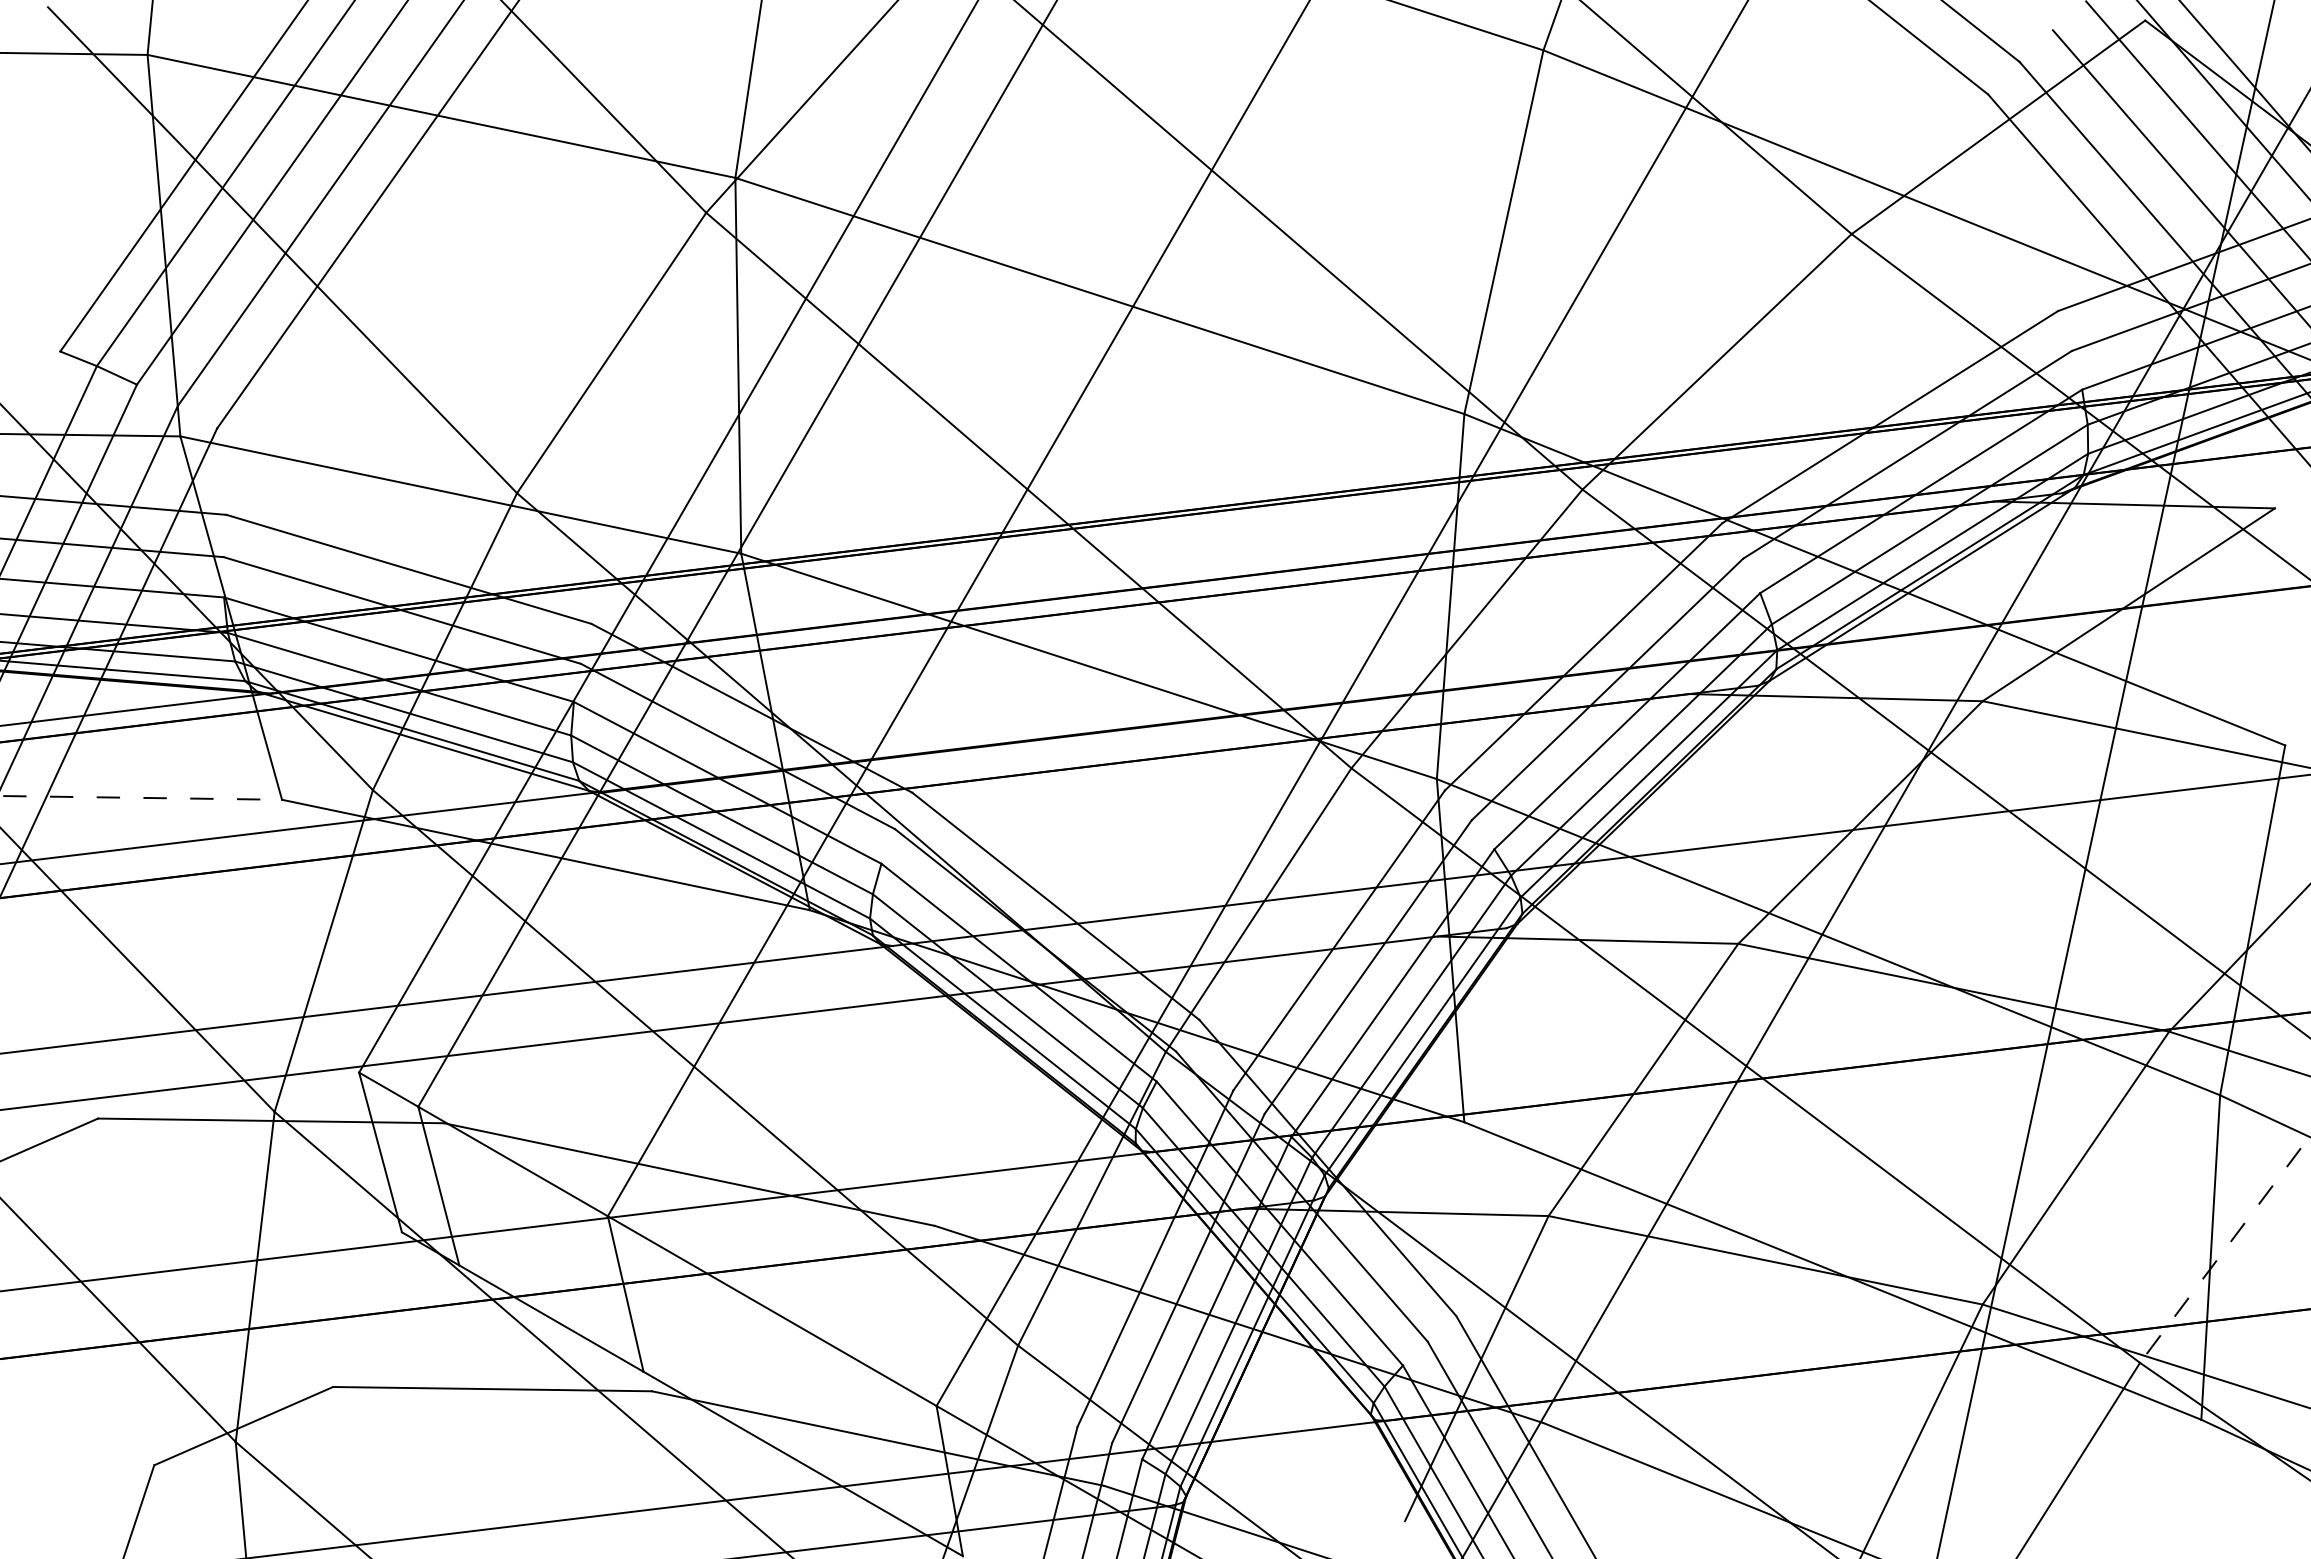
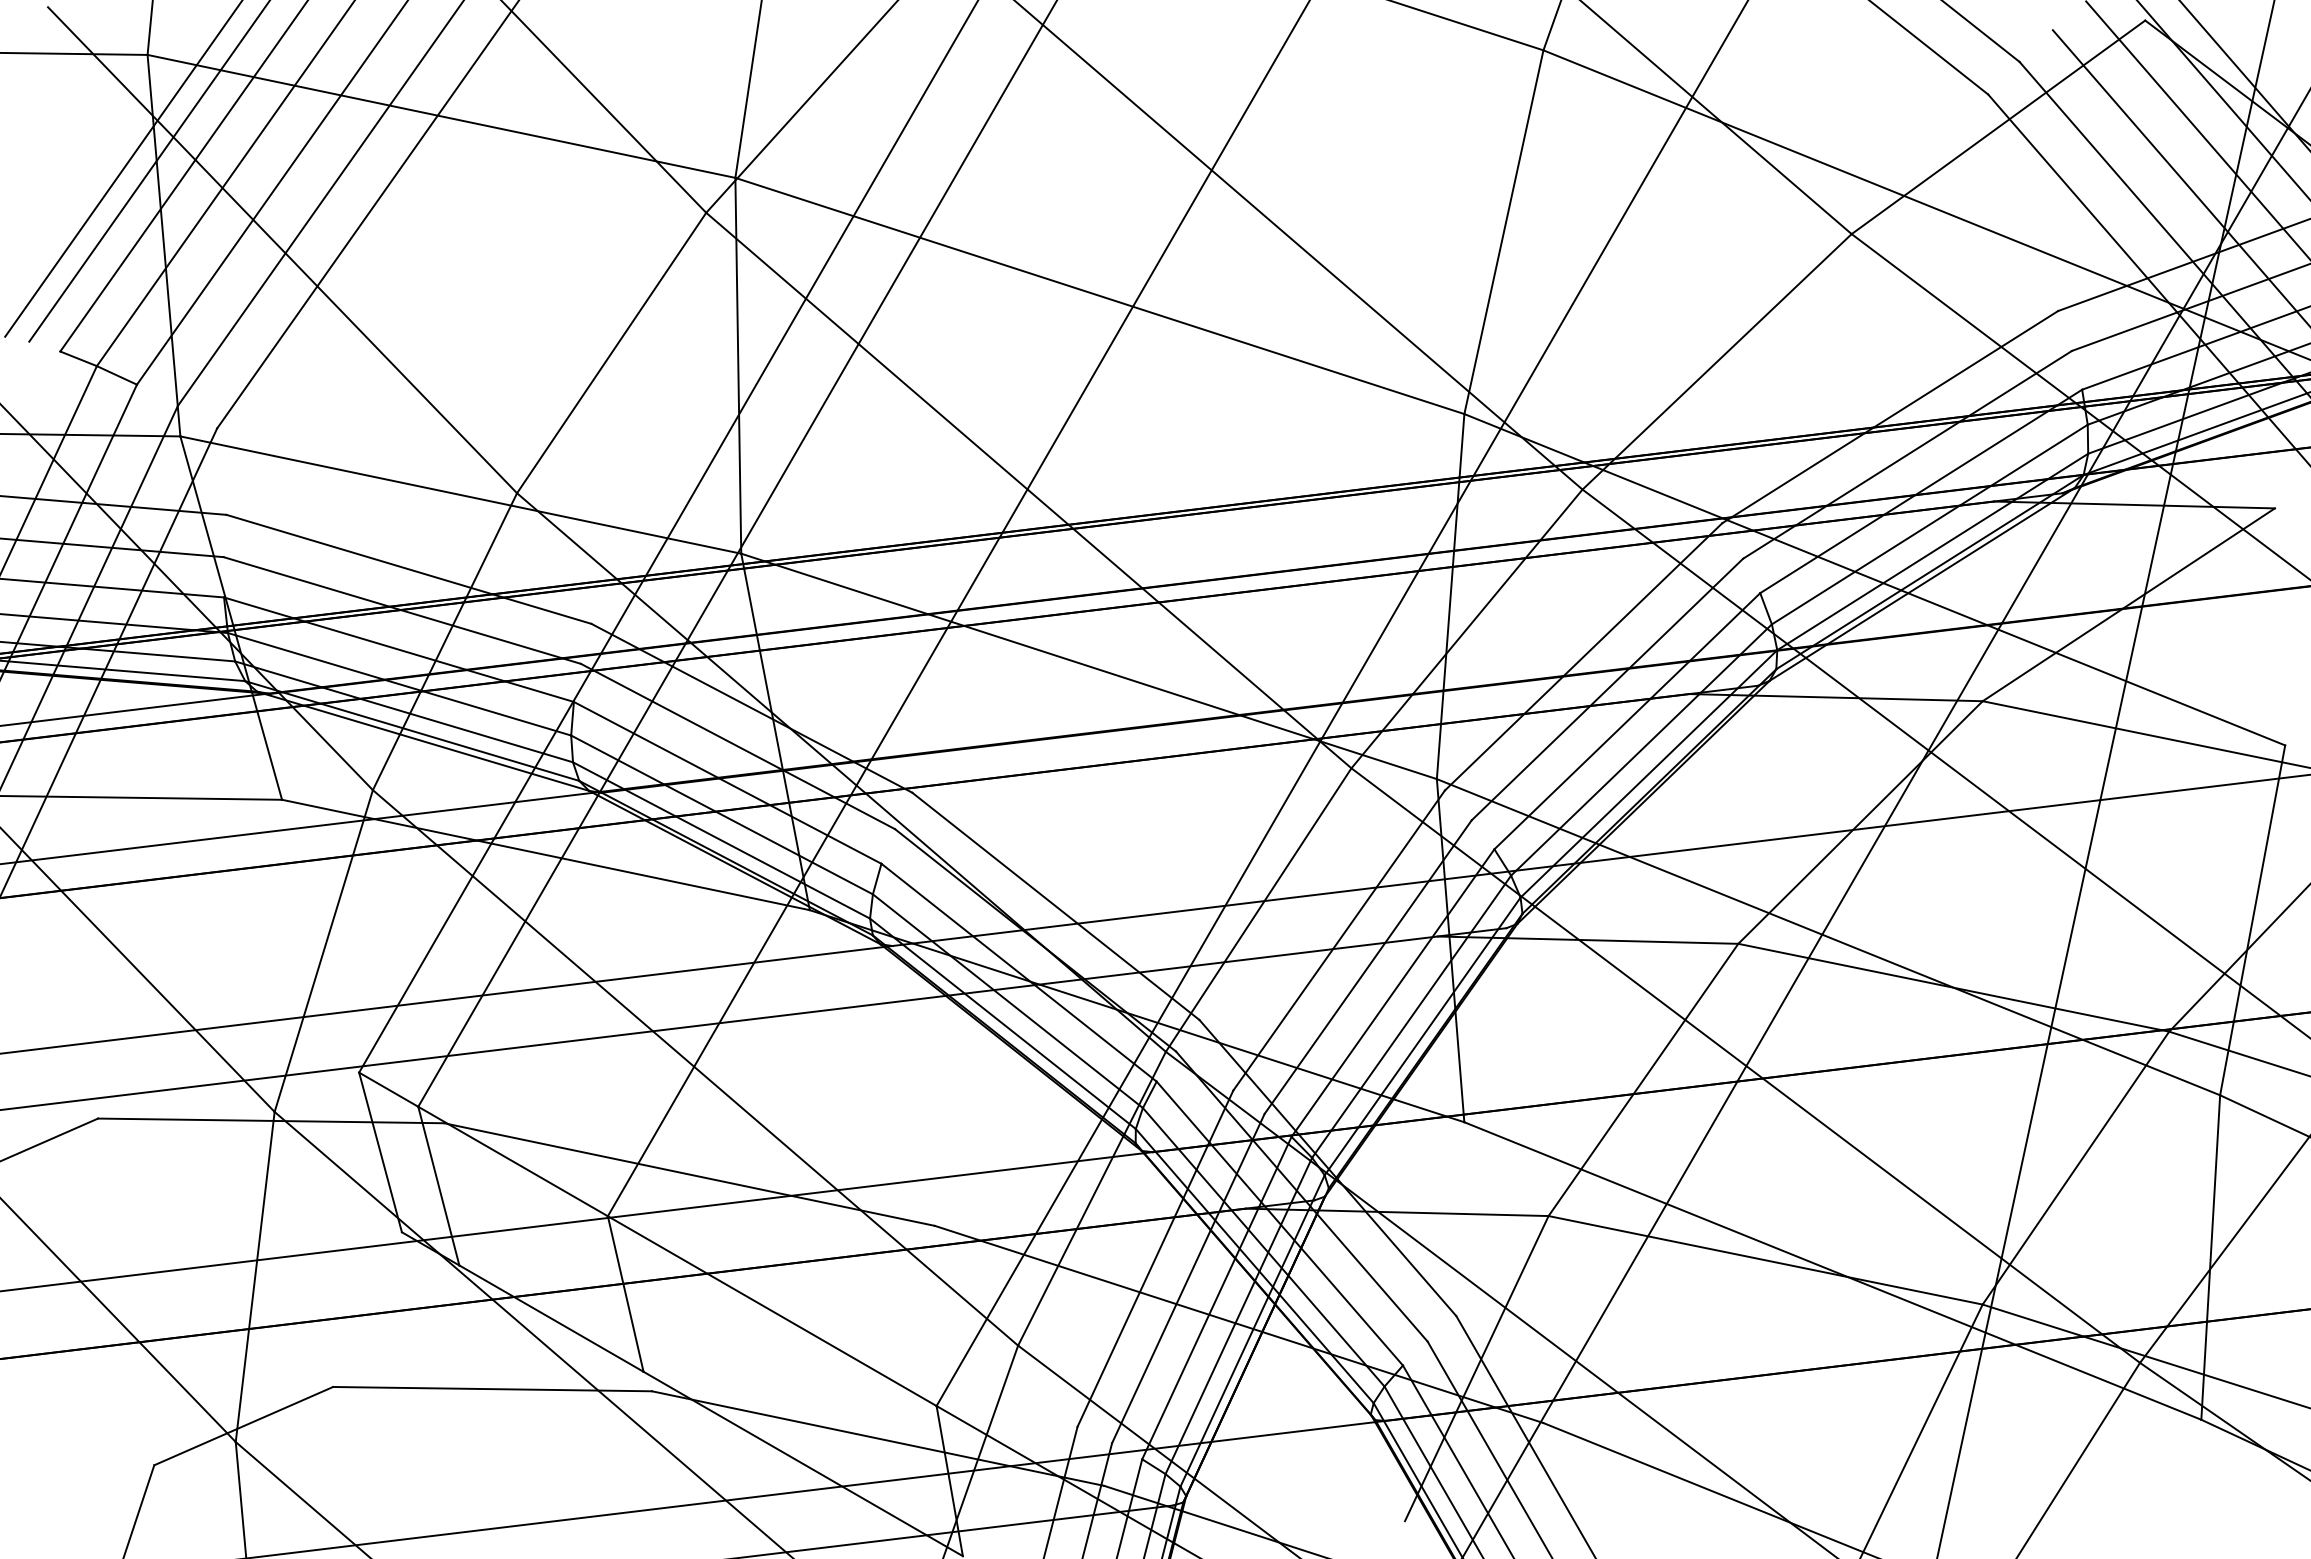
line at (123, 169): none -> present
line at (148, 171): none -> present
line at (141, 797): dashed -> solid
line at (2225, 1249): dashed -> solid
